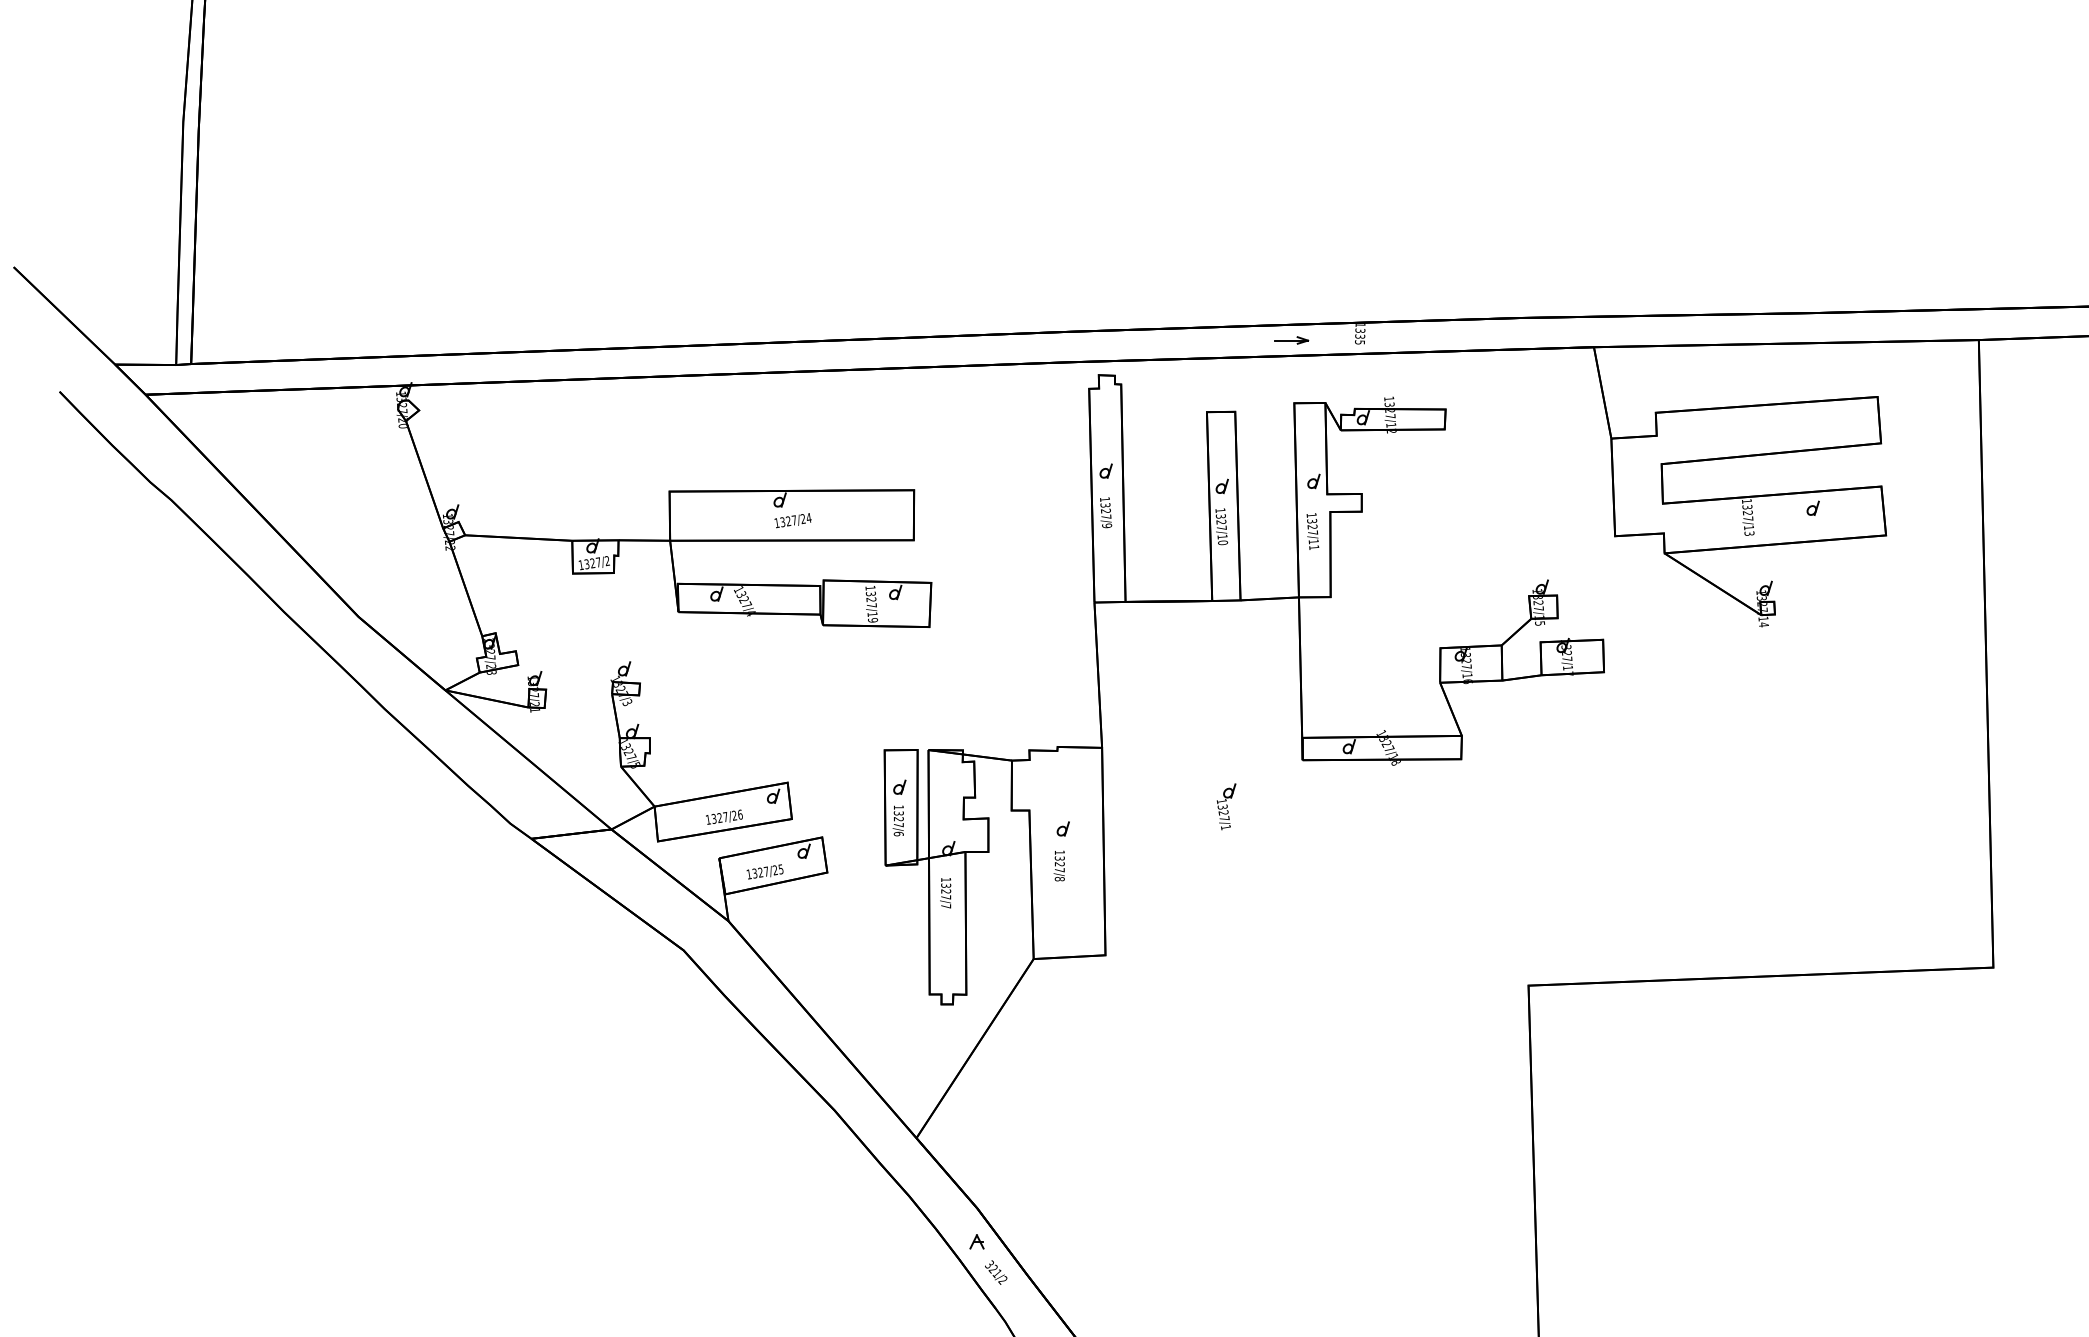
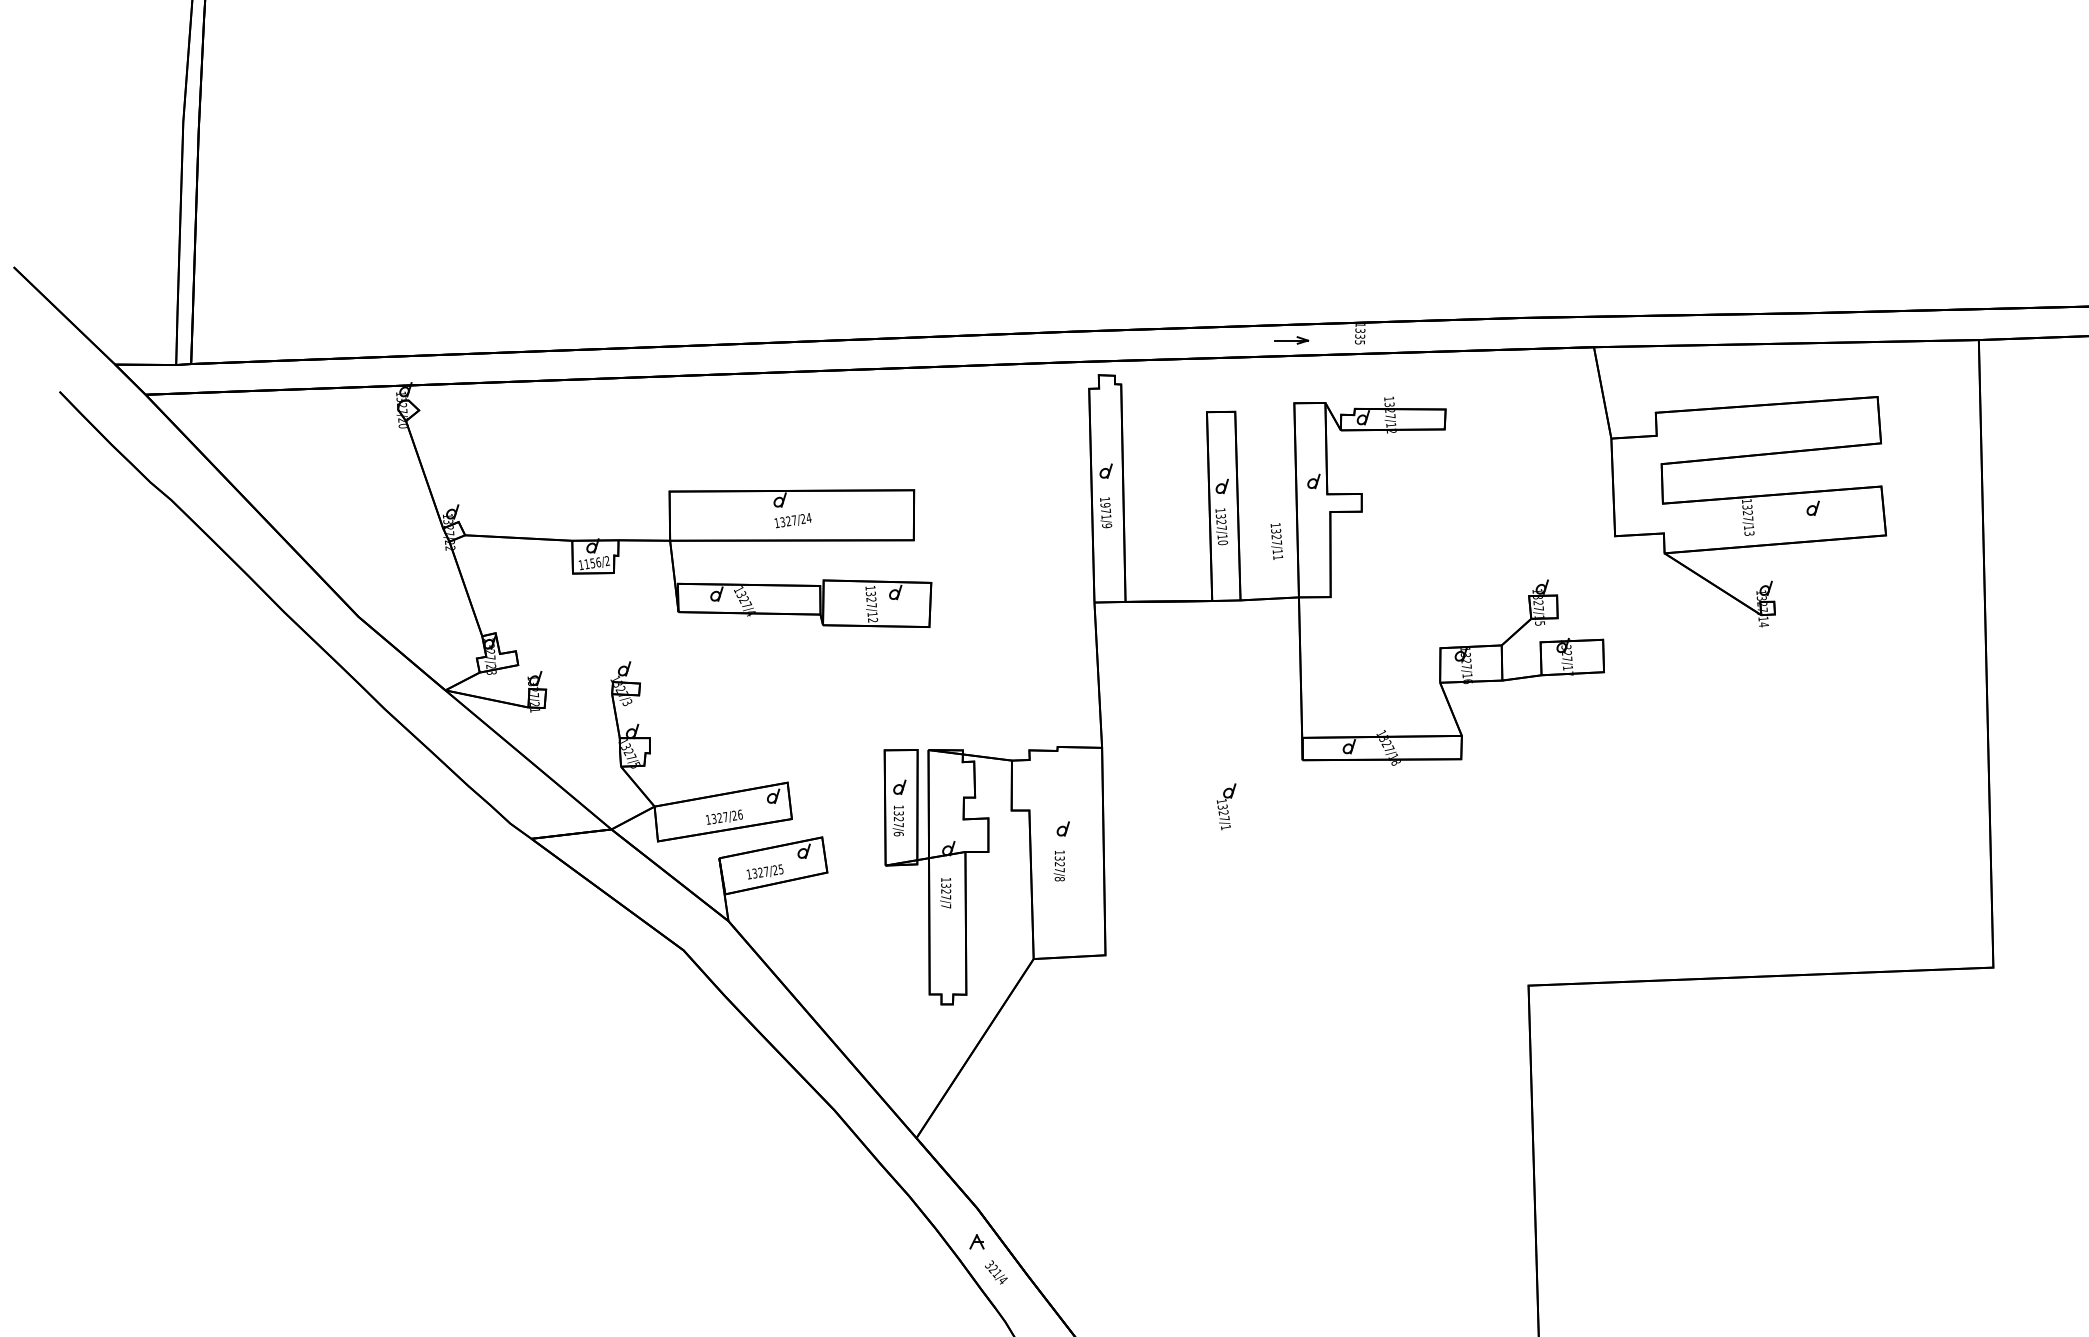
text at (1105, 510): 1327/9 -> 1971/9
text at (1312, 531) position: (1312, 531) -> (1276, 541)
text at (592, 563): 1327/2 -> 1156/2
text at (872, 620): 1327/19 -> 1327/12
text at (1002, 1280): 321/2 -> 321/4
